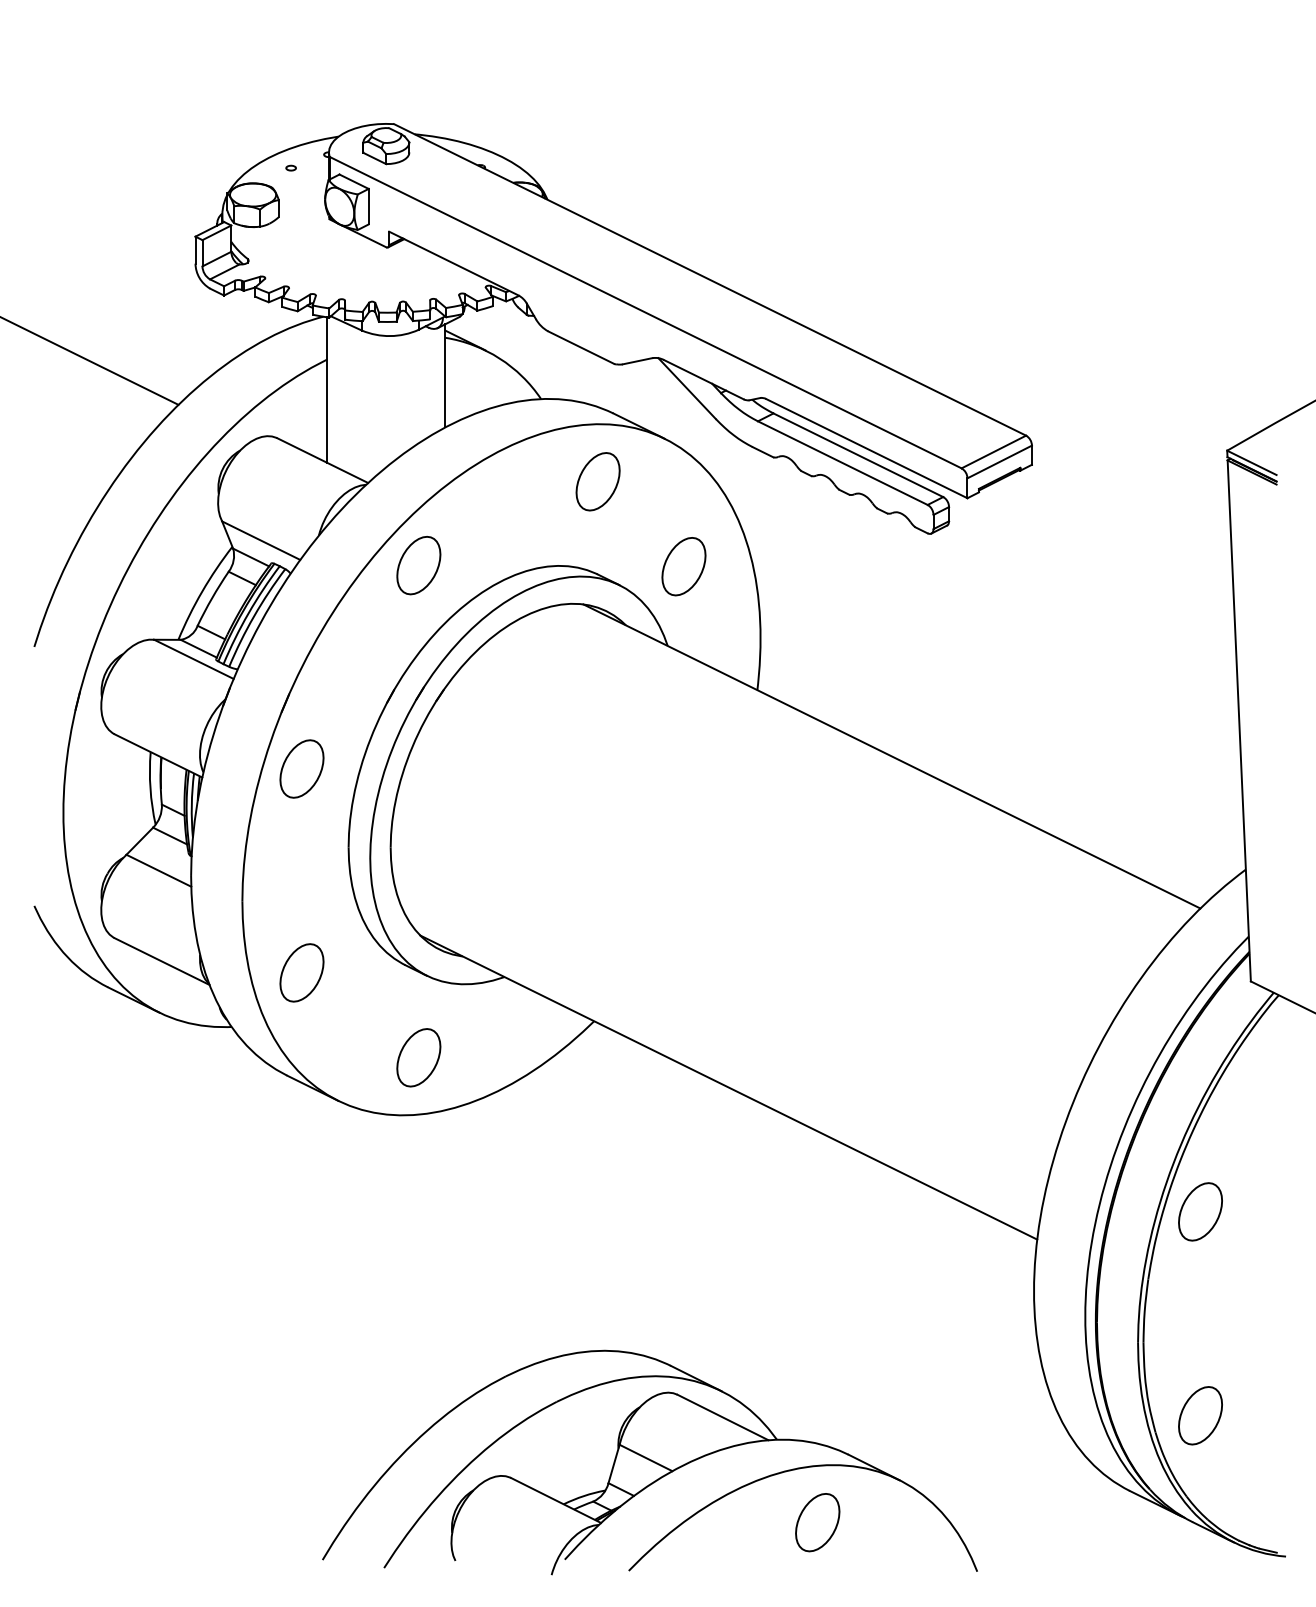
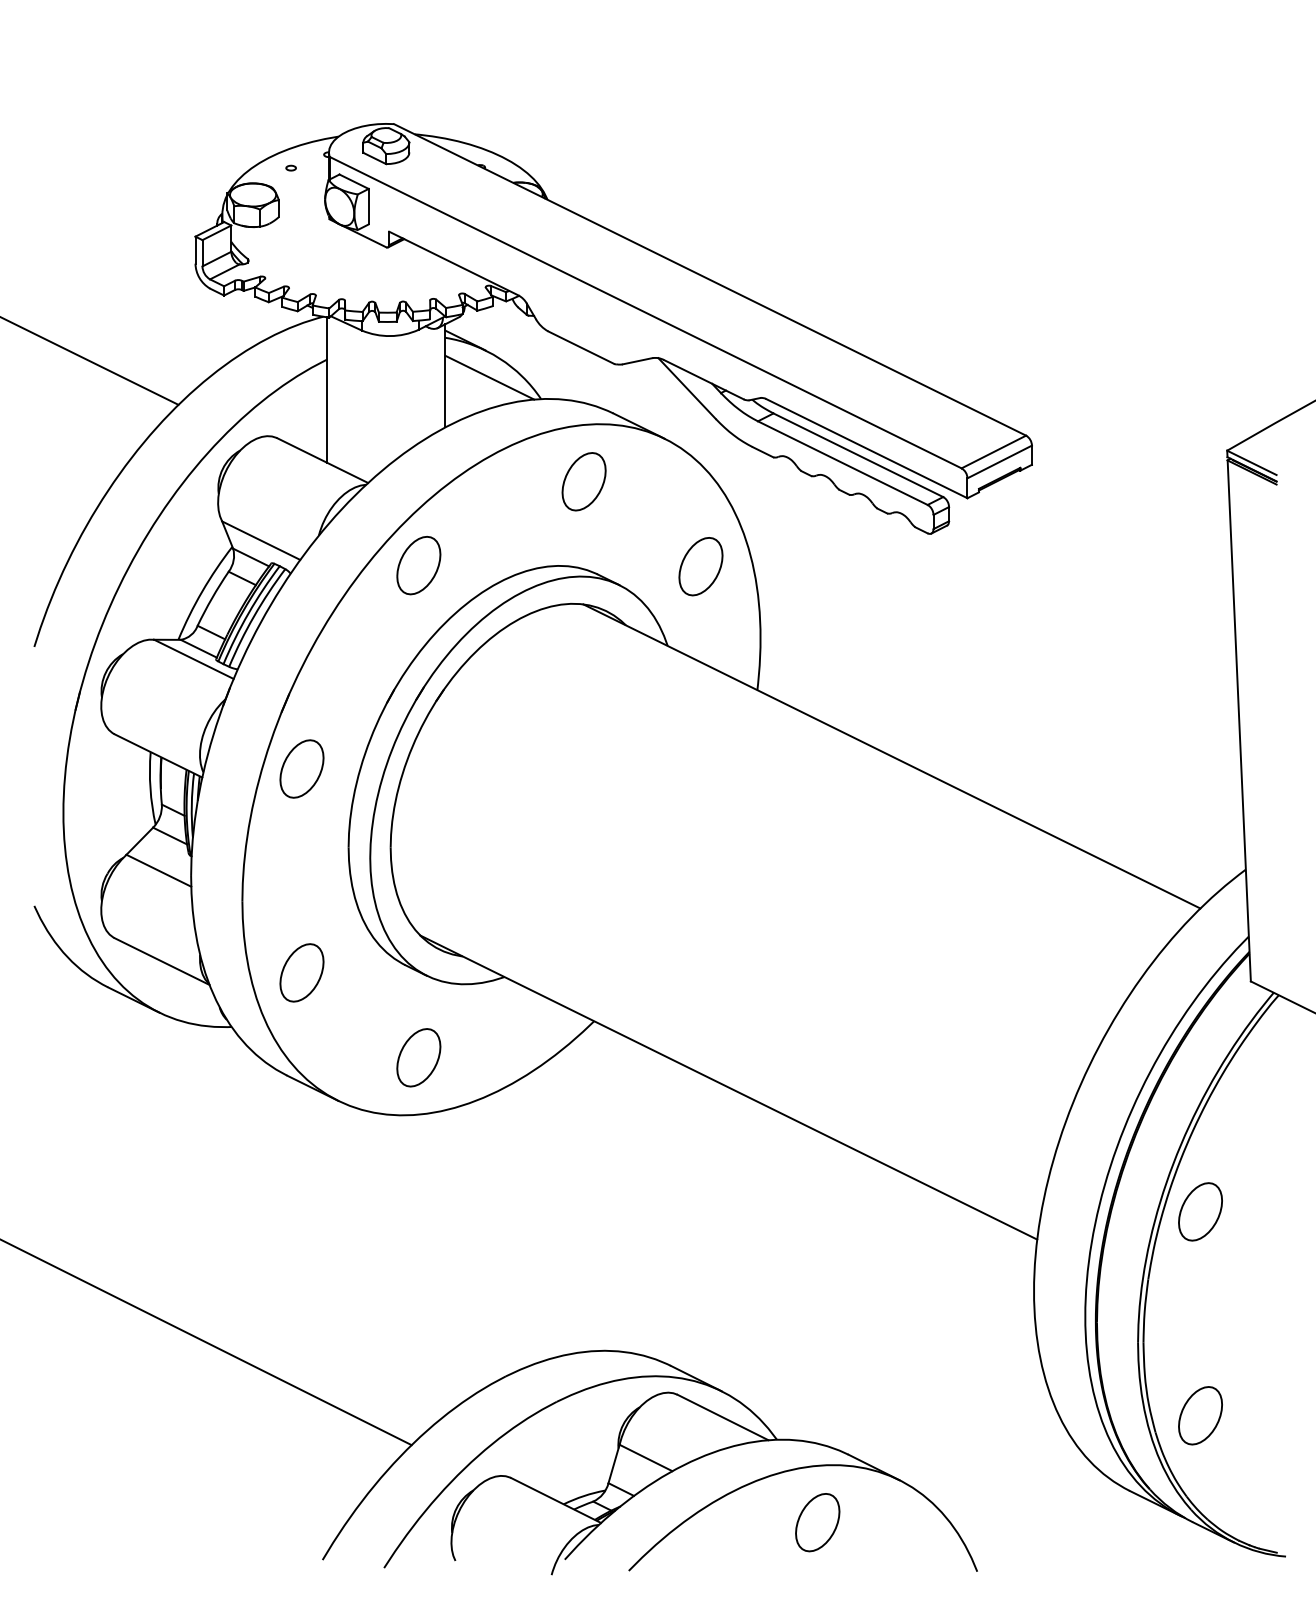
line at (489, 377): none -> present
part at (597, 481) position: (597, 481) -> (583, 481)
part at (683, 566) position: (683, 566) -> (700, 566)
line at (206, 1342): none -> present
